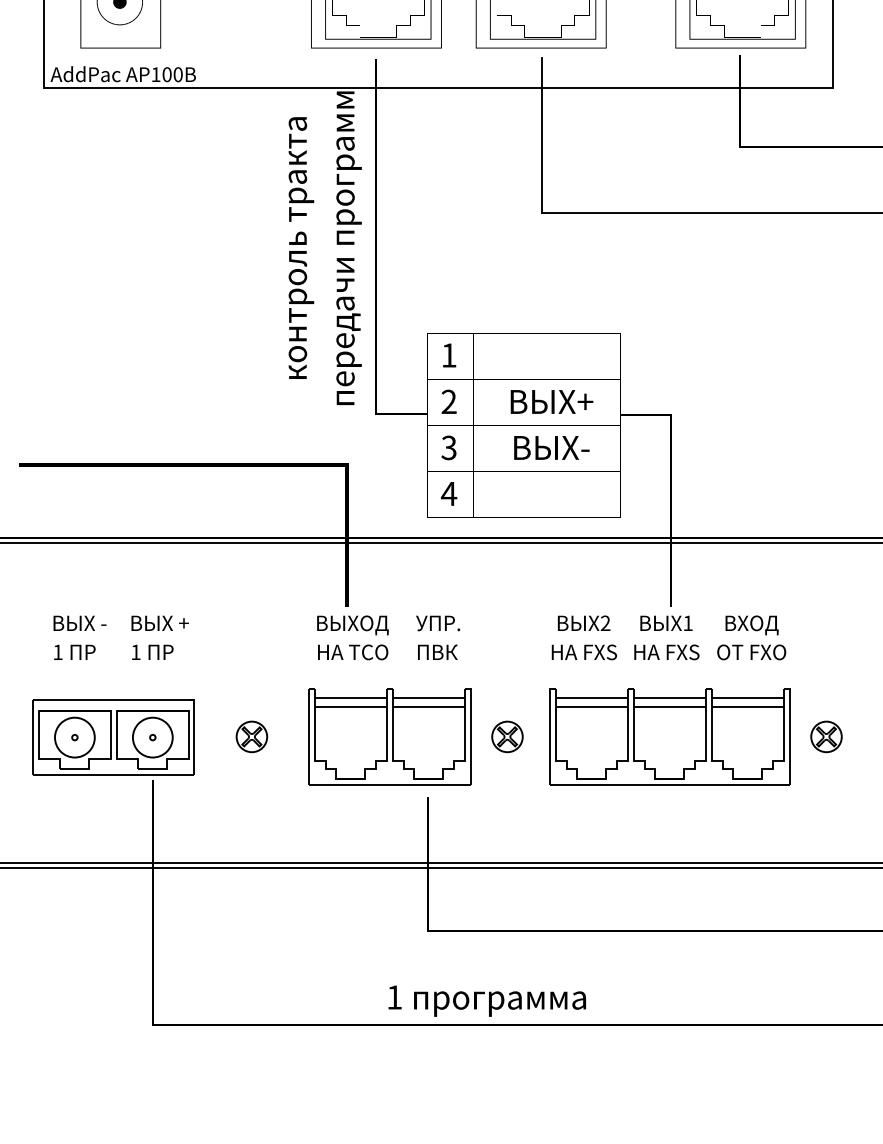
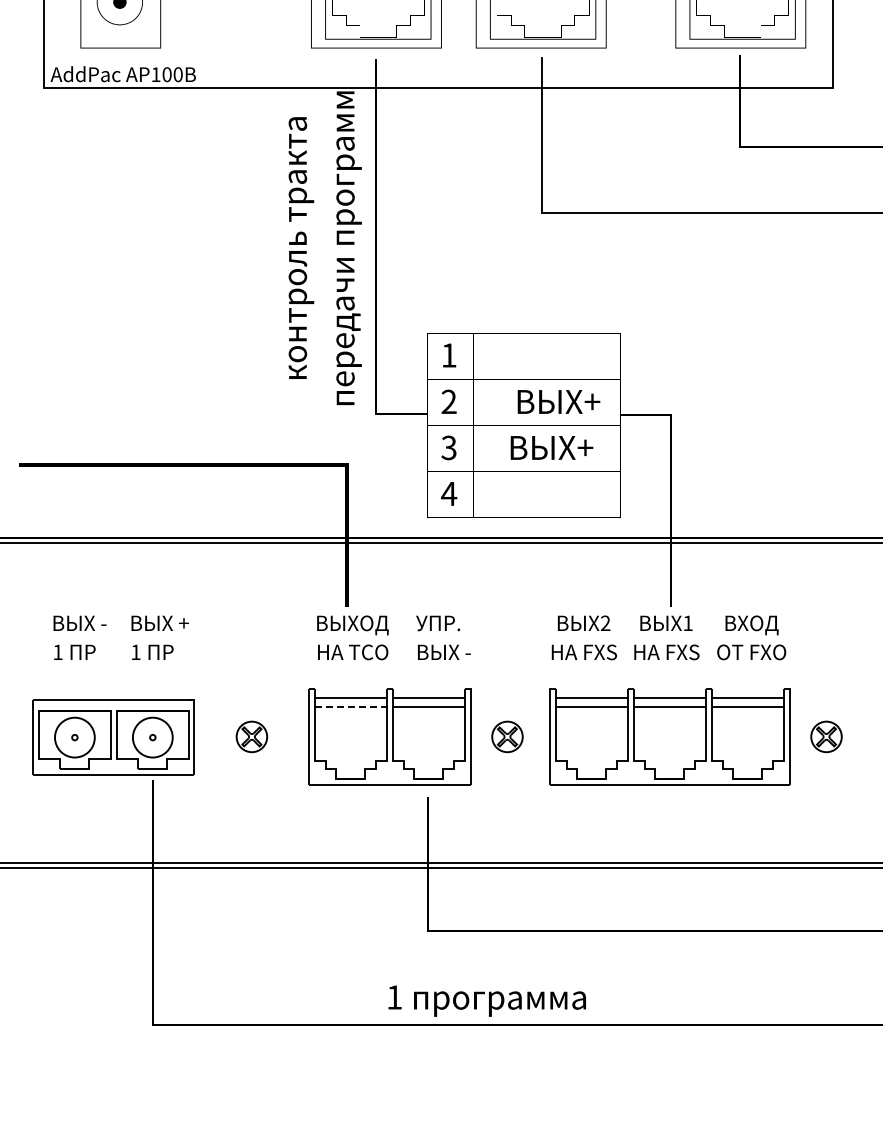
text at (551, 401) position: (551, 401) -> (558, 401)
text at (551, 447): ВЫХ- -> ВЫХ+
text at (444, 651): ПВК -> ВЫХ -
line at (351, 707): solid -> dashed
